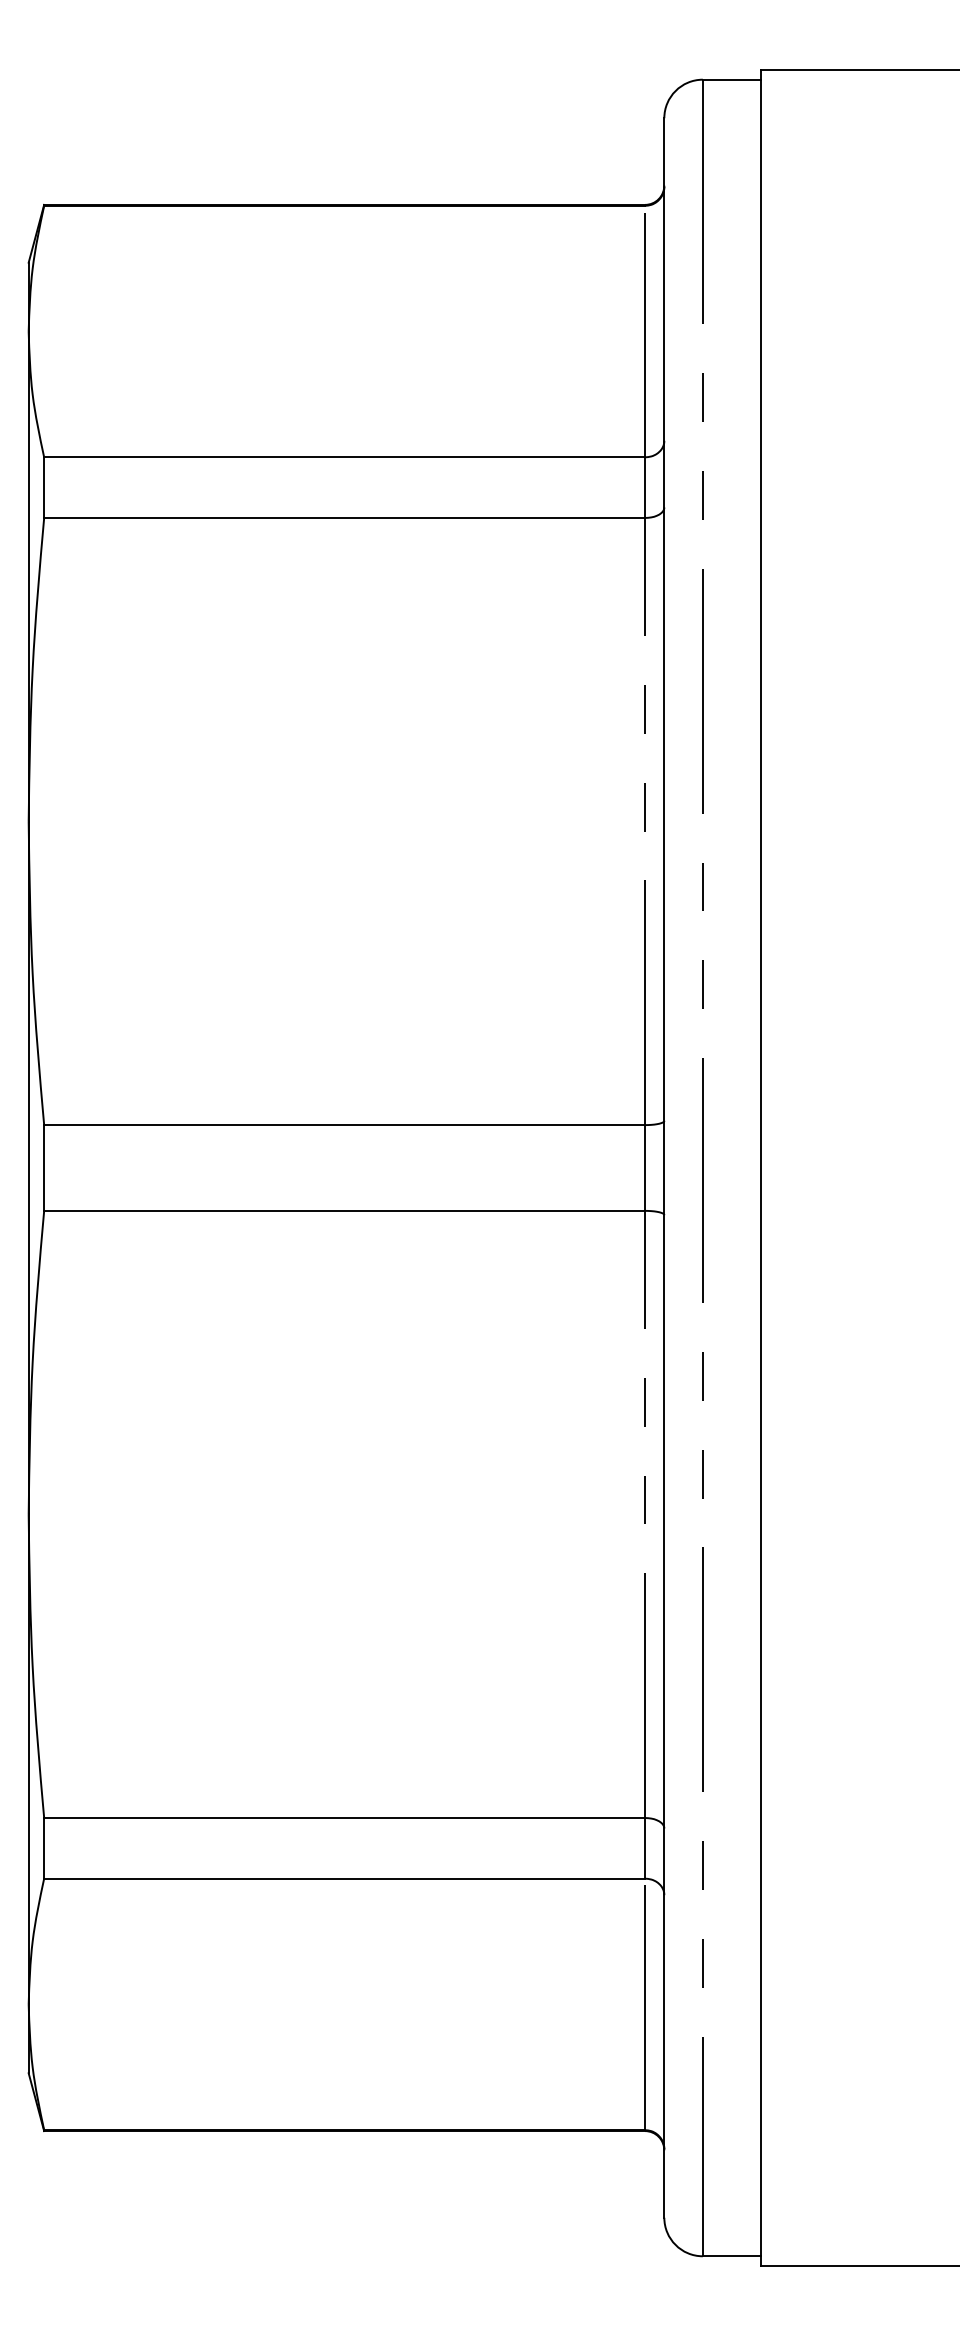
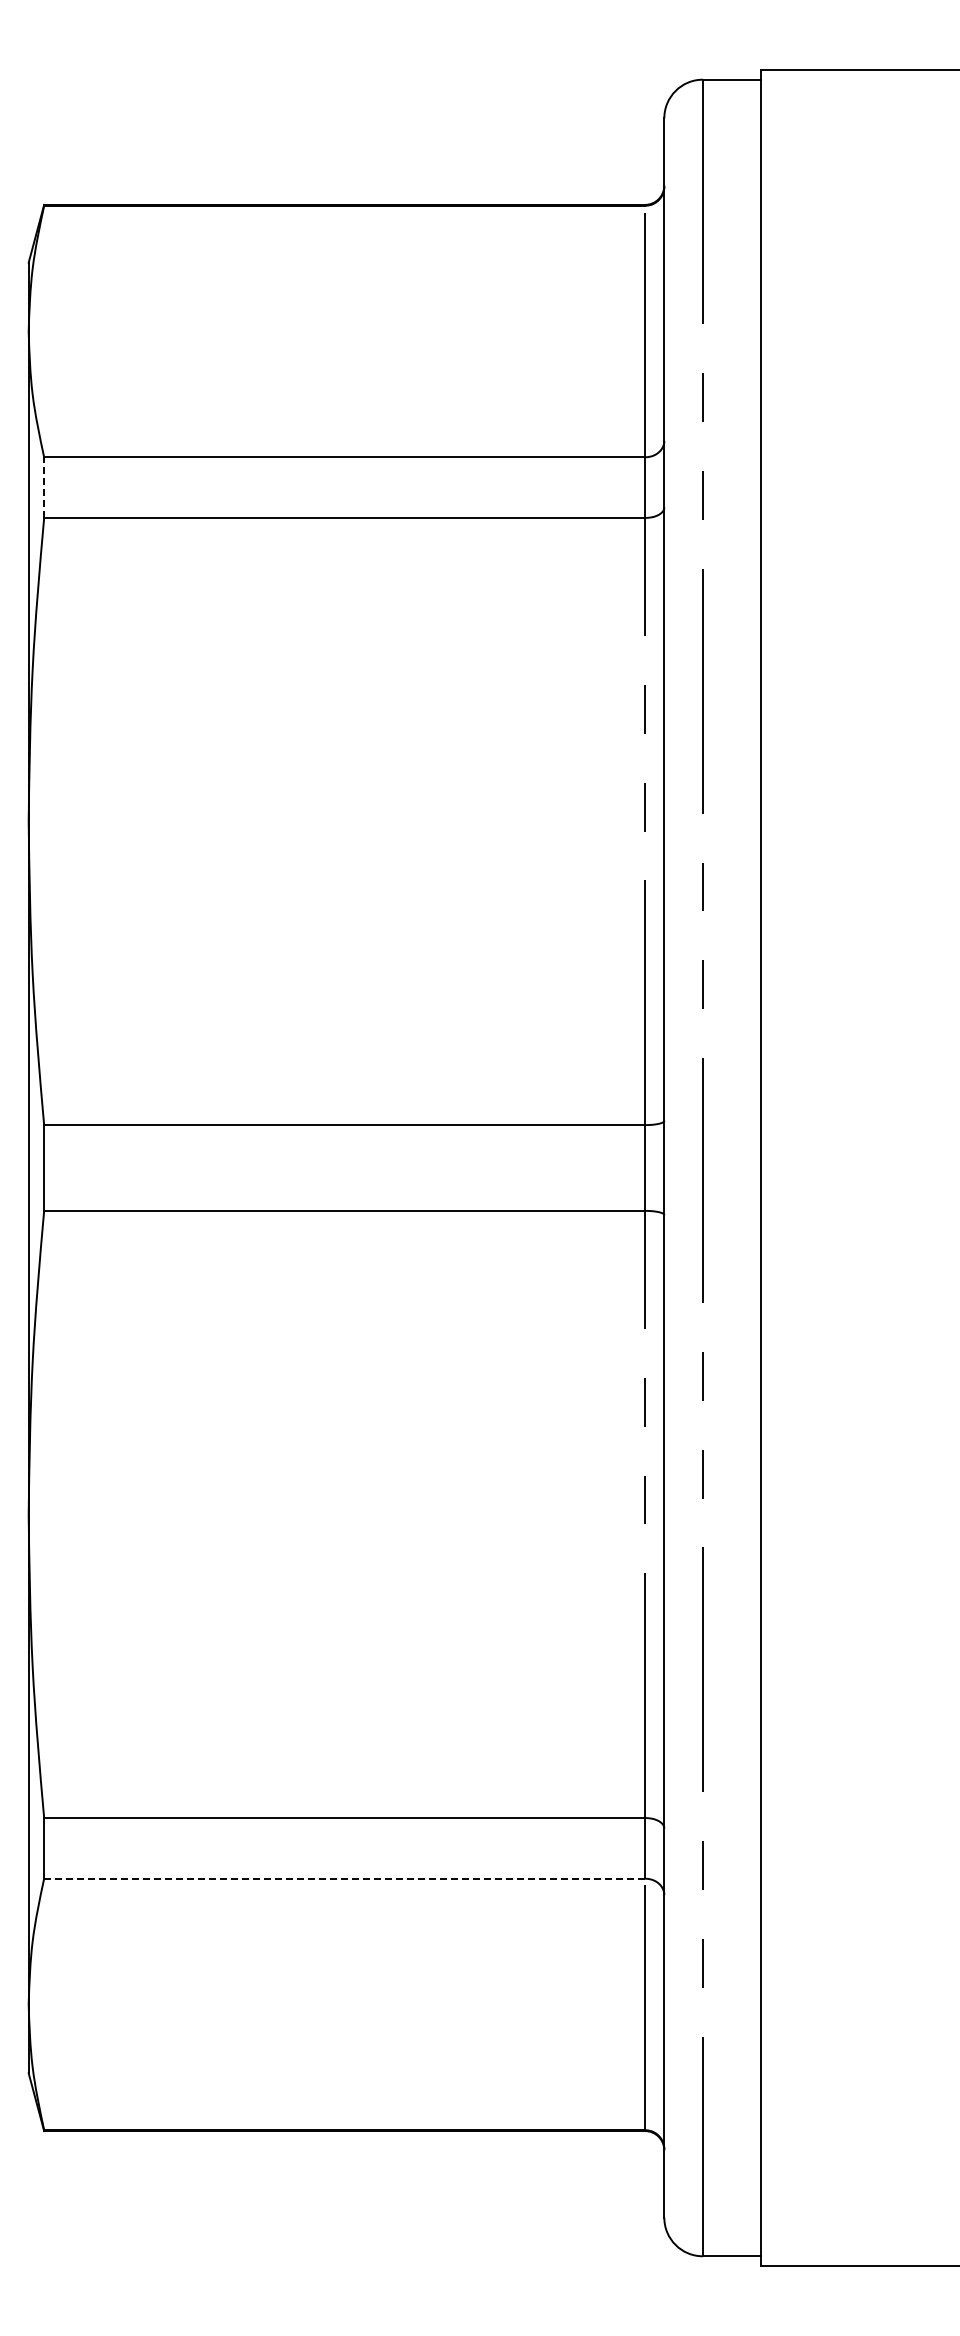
line at (44, 487): solid -> dashed
line at (344, 1878): solid -> dashed
